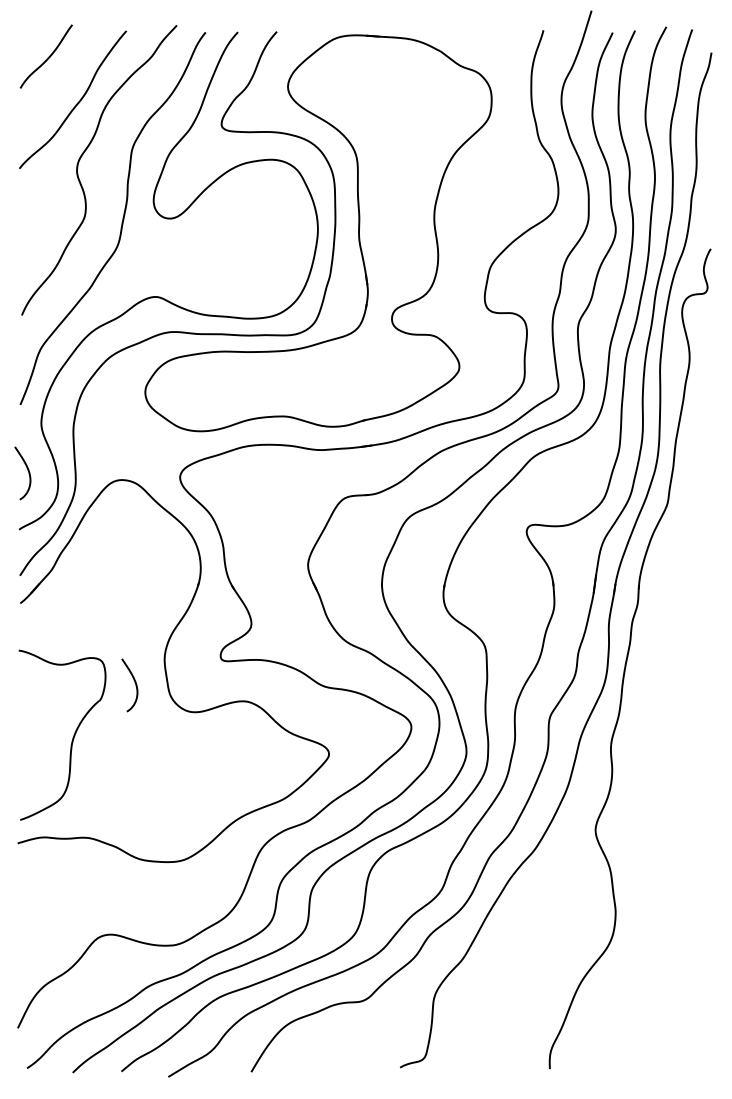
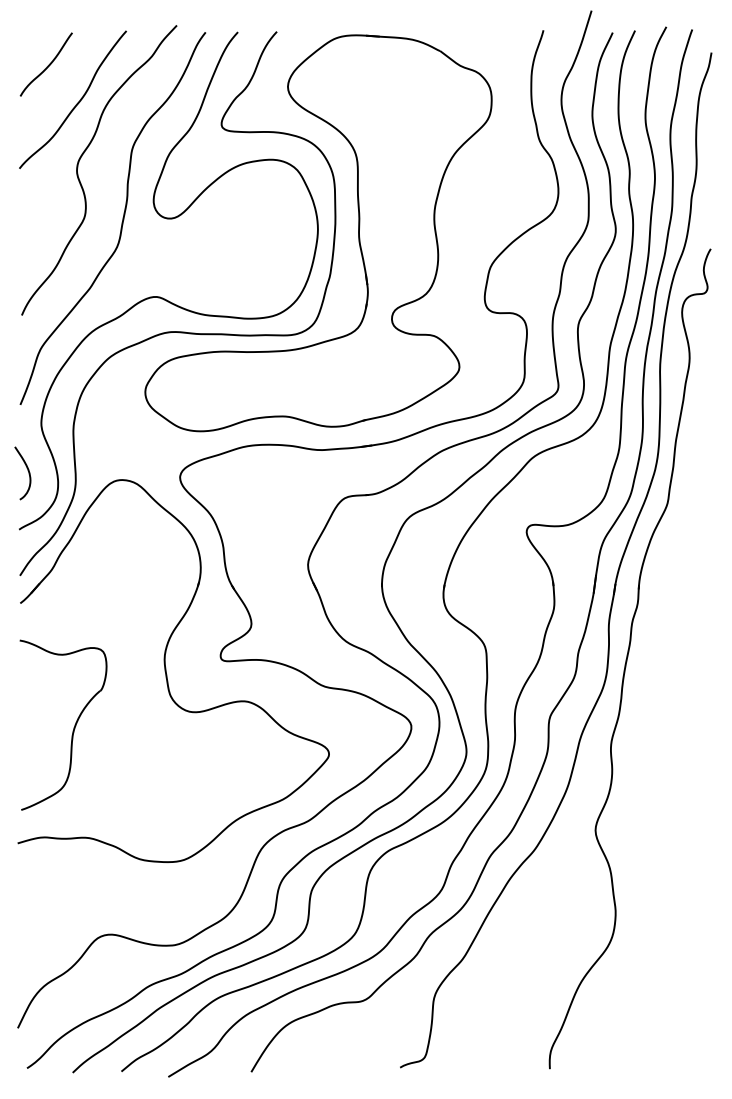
curve at (47, 57) position: (47, 57) -> (47, 65)
curve at (134, 682): present -> none
part at (72, 737) position: (72, 737) -> (73, 727)
